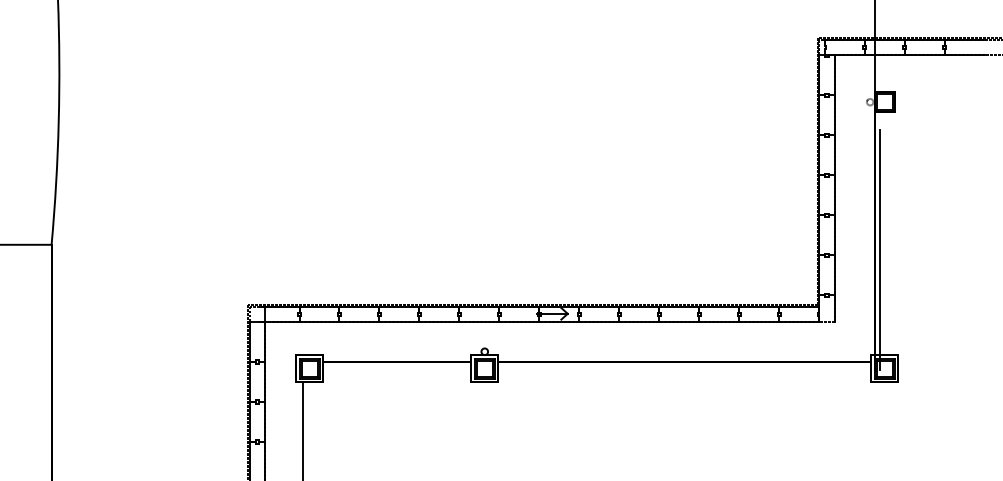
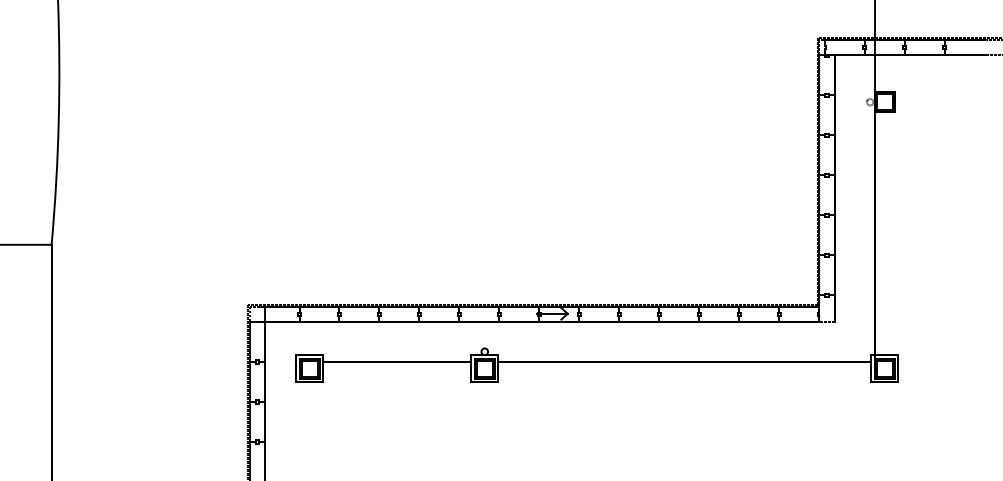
line at (879, 250): present -> none
line at (303, 429): present -> none
